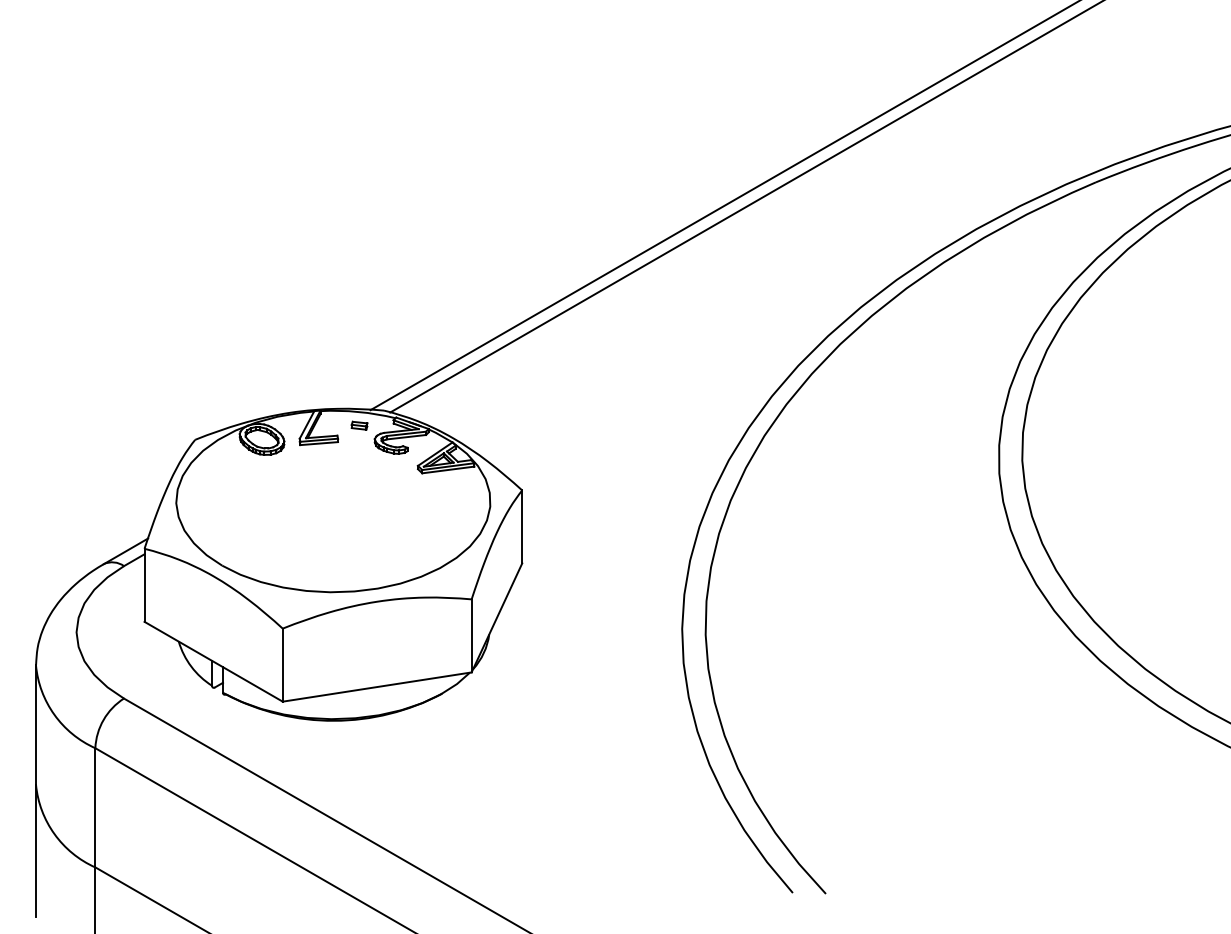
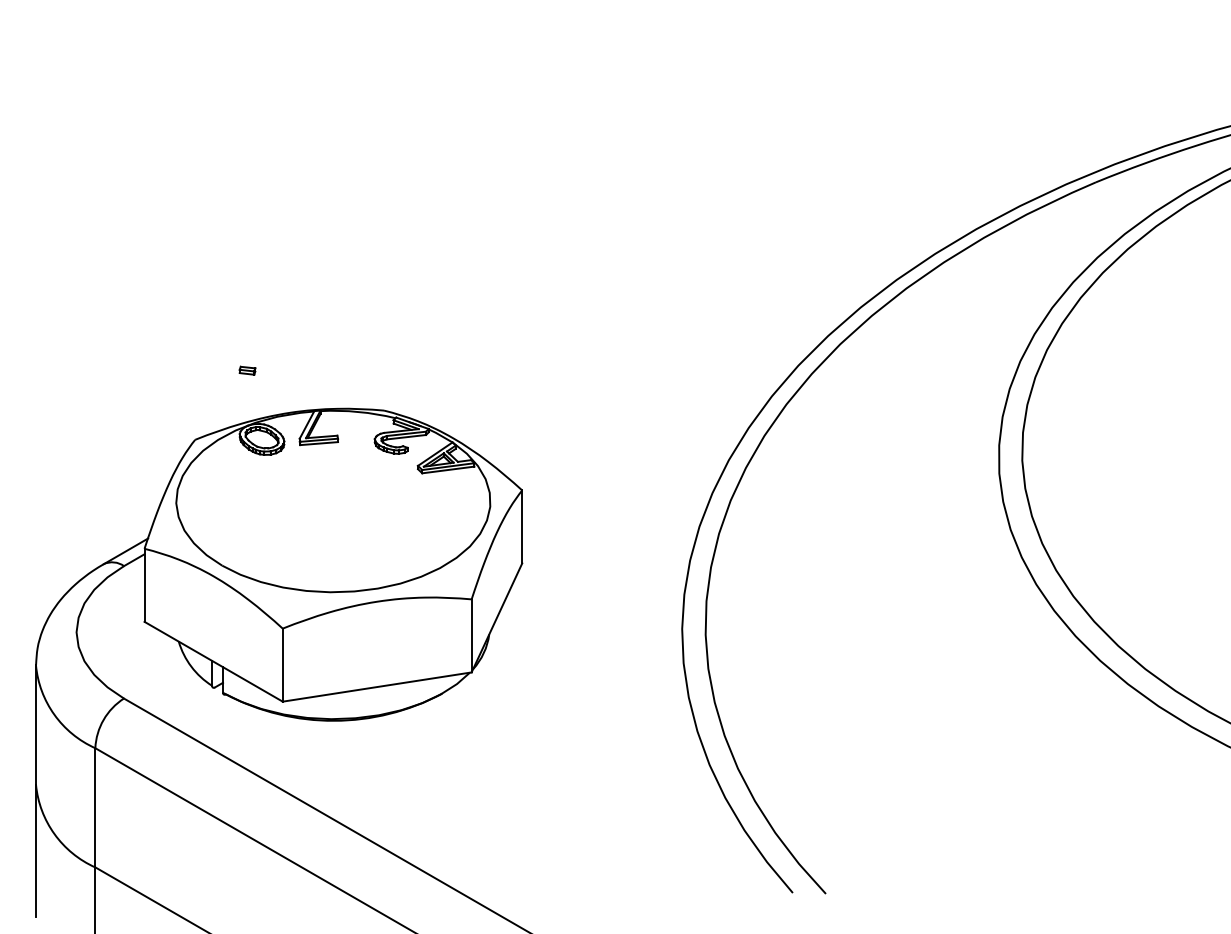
line at (723, 206): present -> none
line at (745, 207): present -> none
part at (359, 425) position: (359, 425) -> (247, 370)
